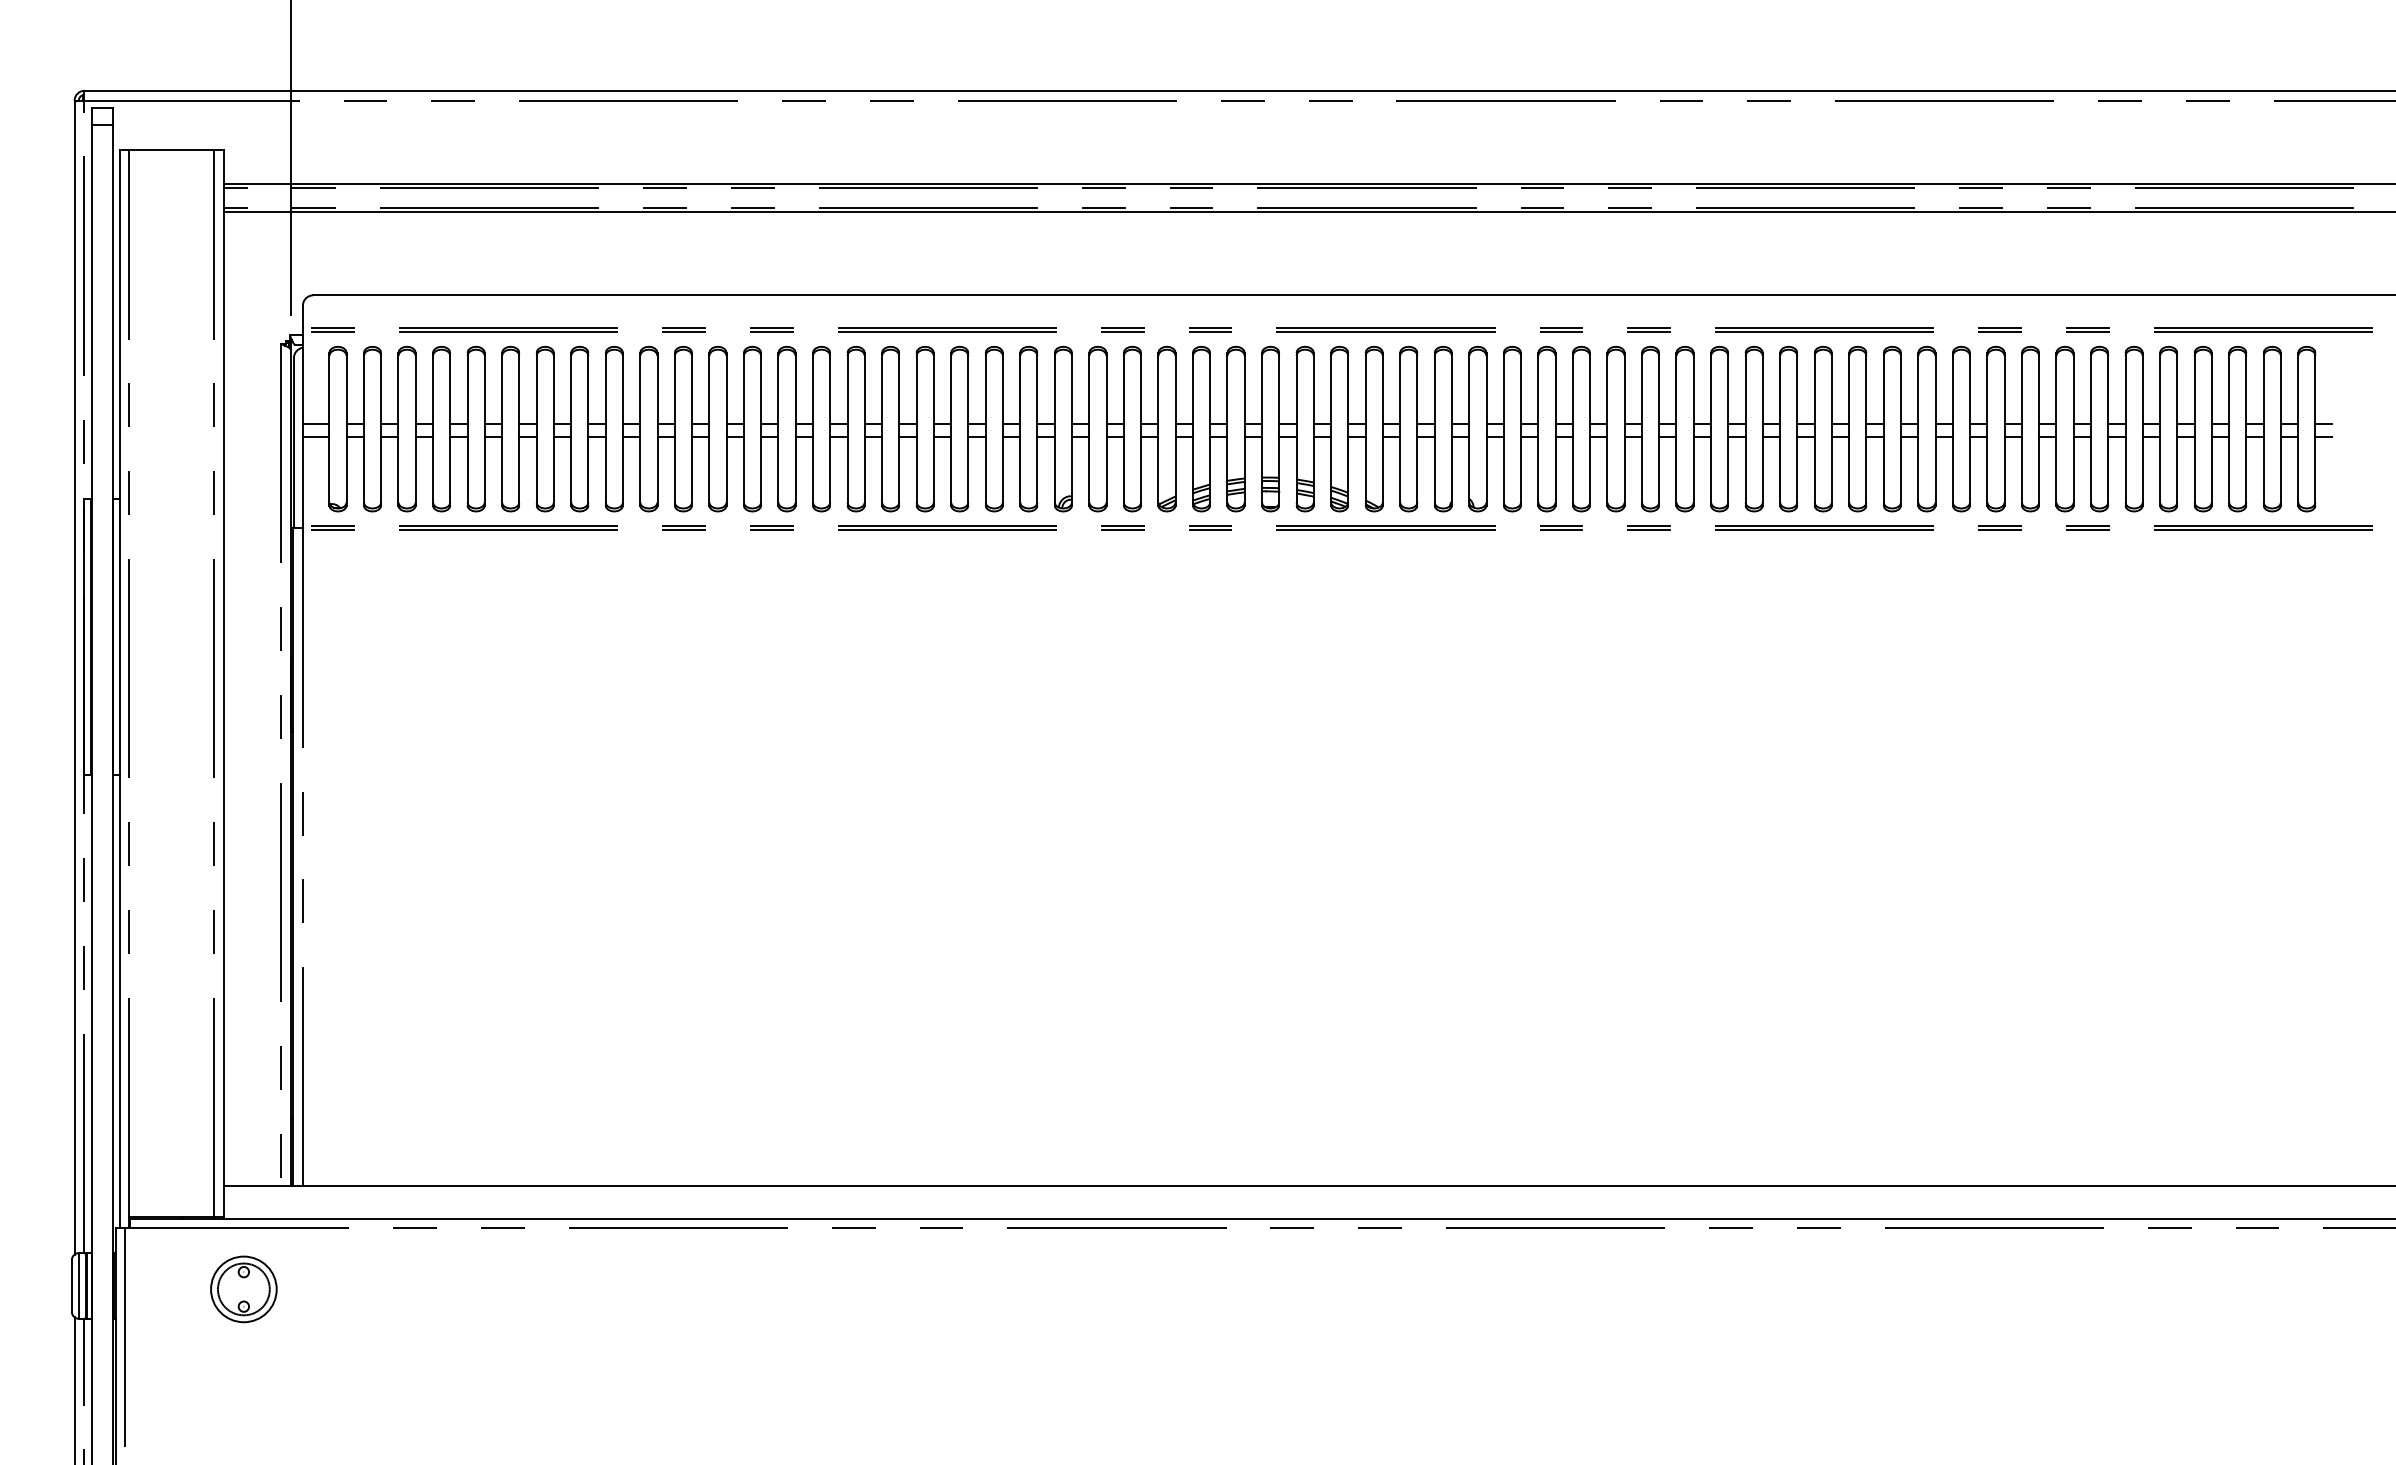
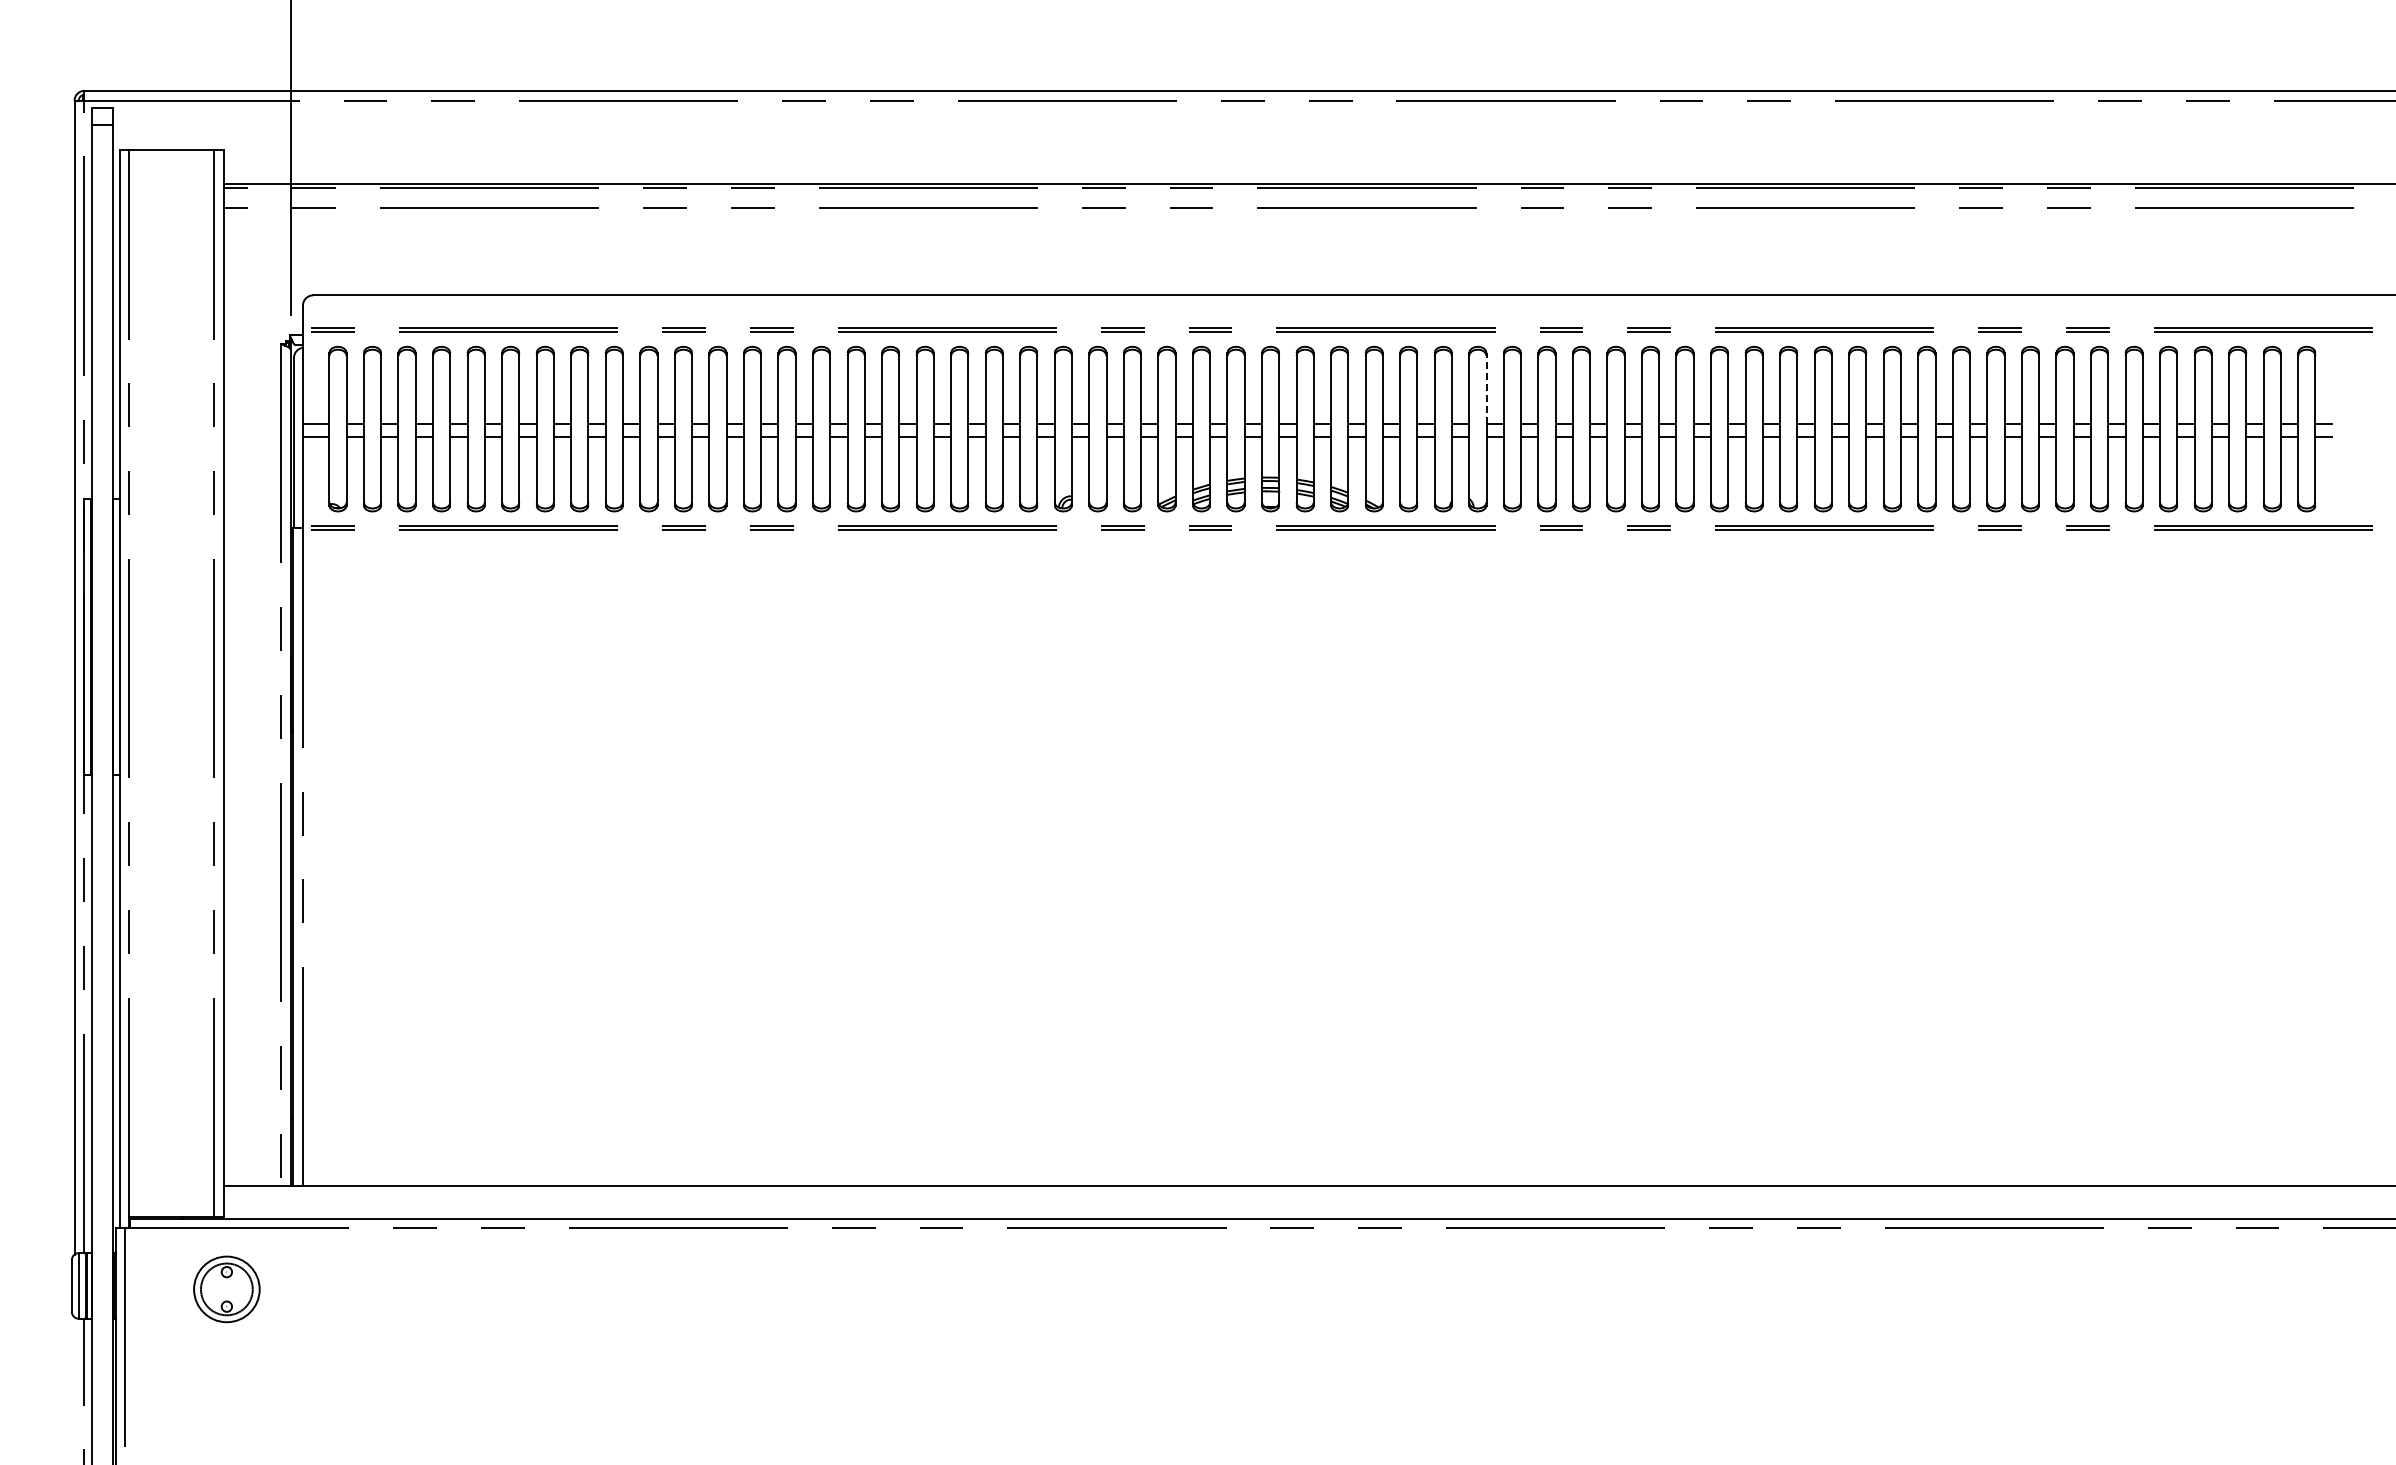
line at (1307, 211): present -> none
line at (1486, 387): solid -> dashed
part at (243, 1289) position: (243, 1289) -> (226, 1289)
line at (74, 1389): present -> none
